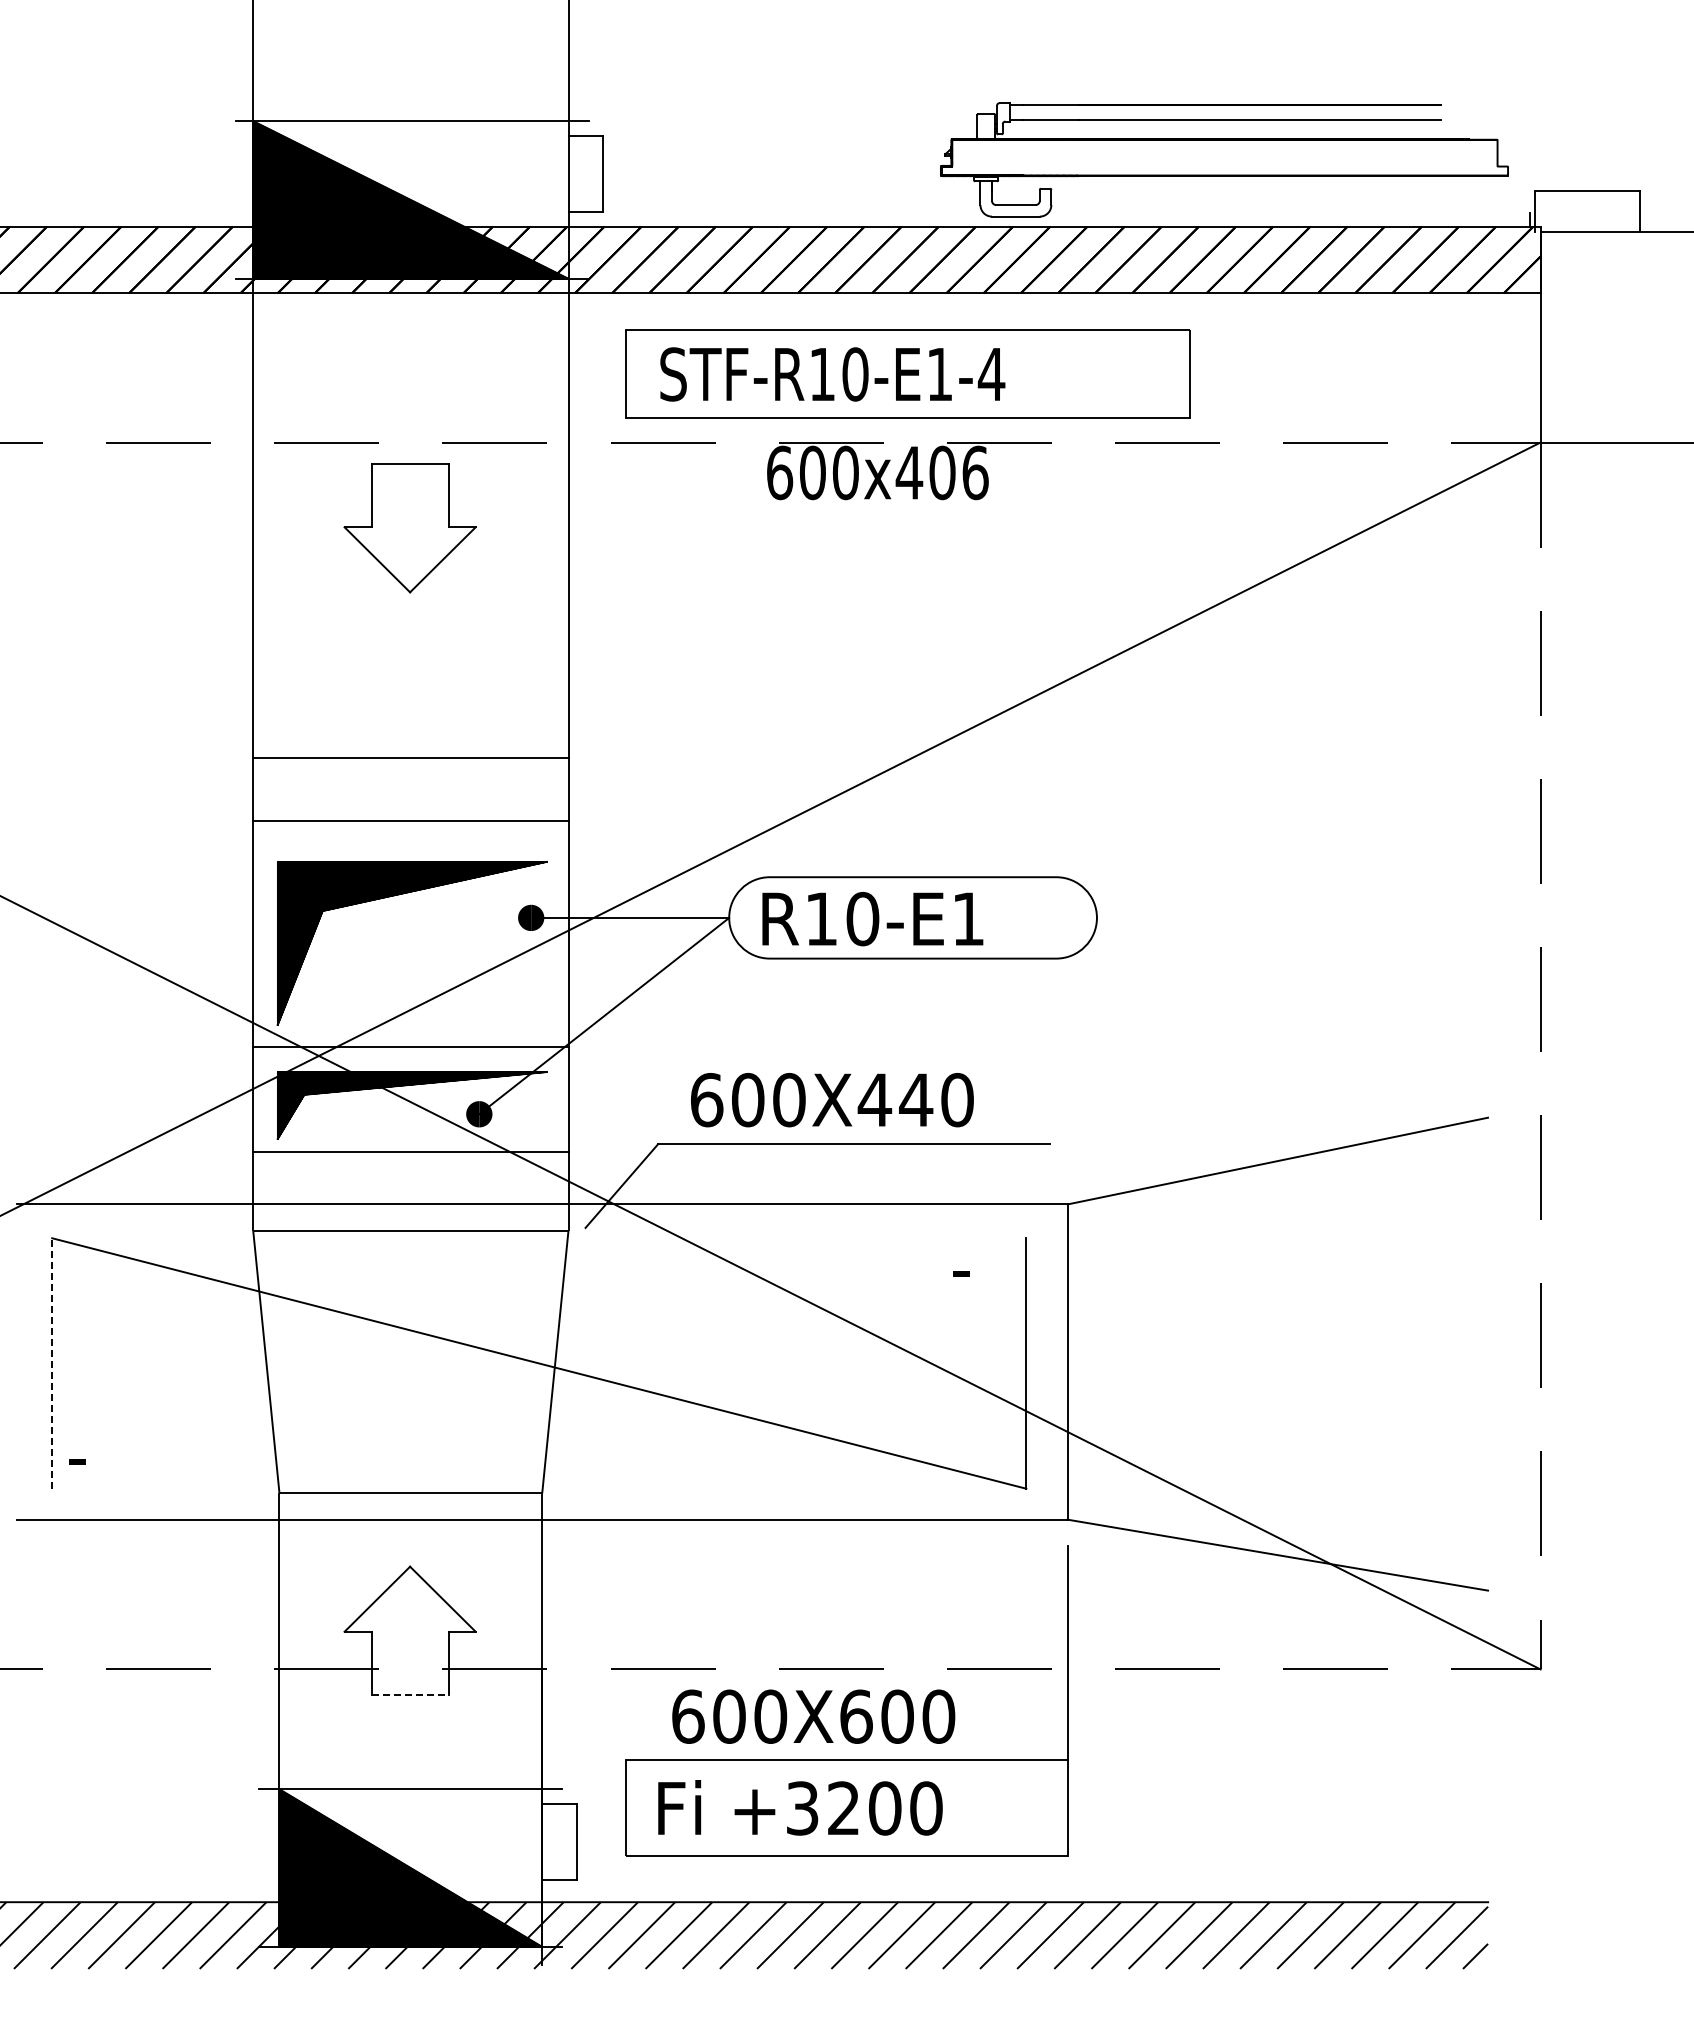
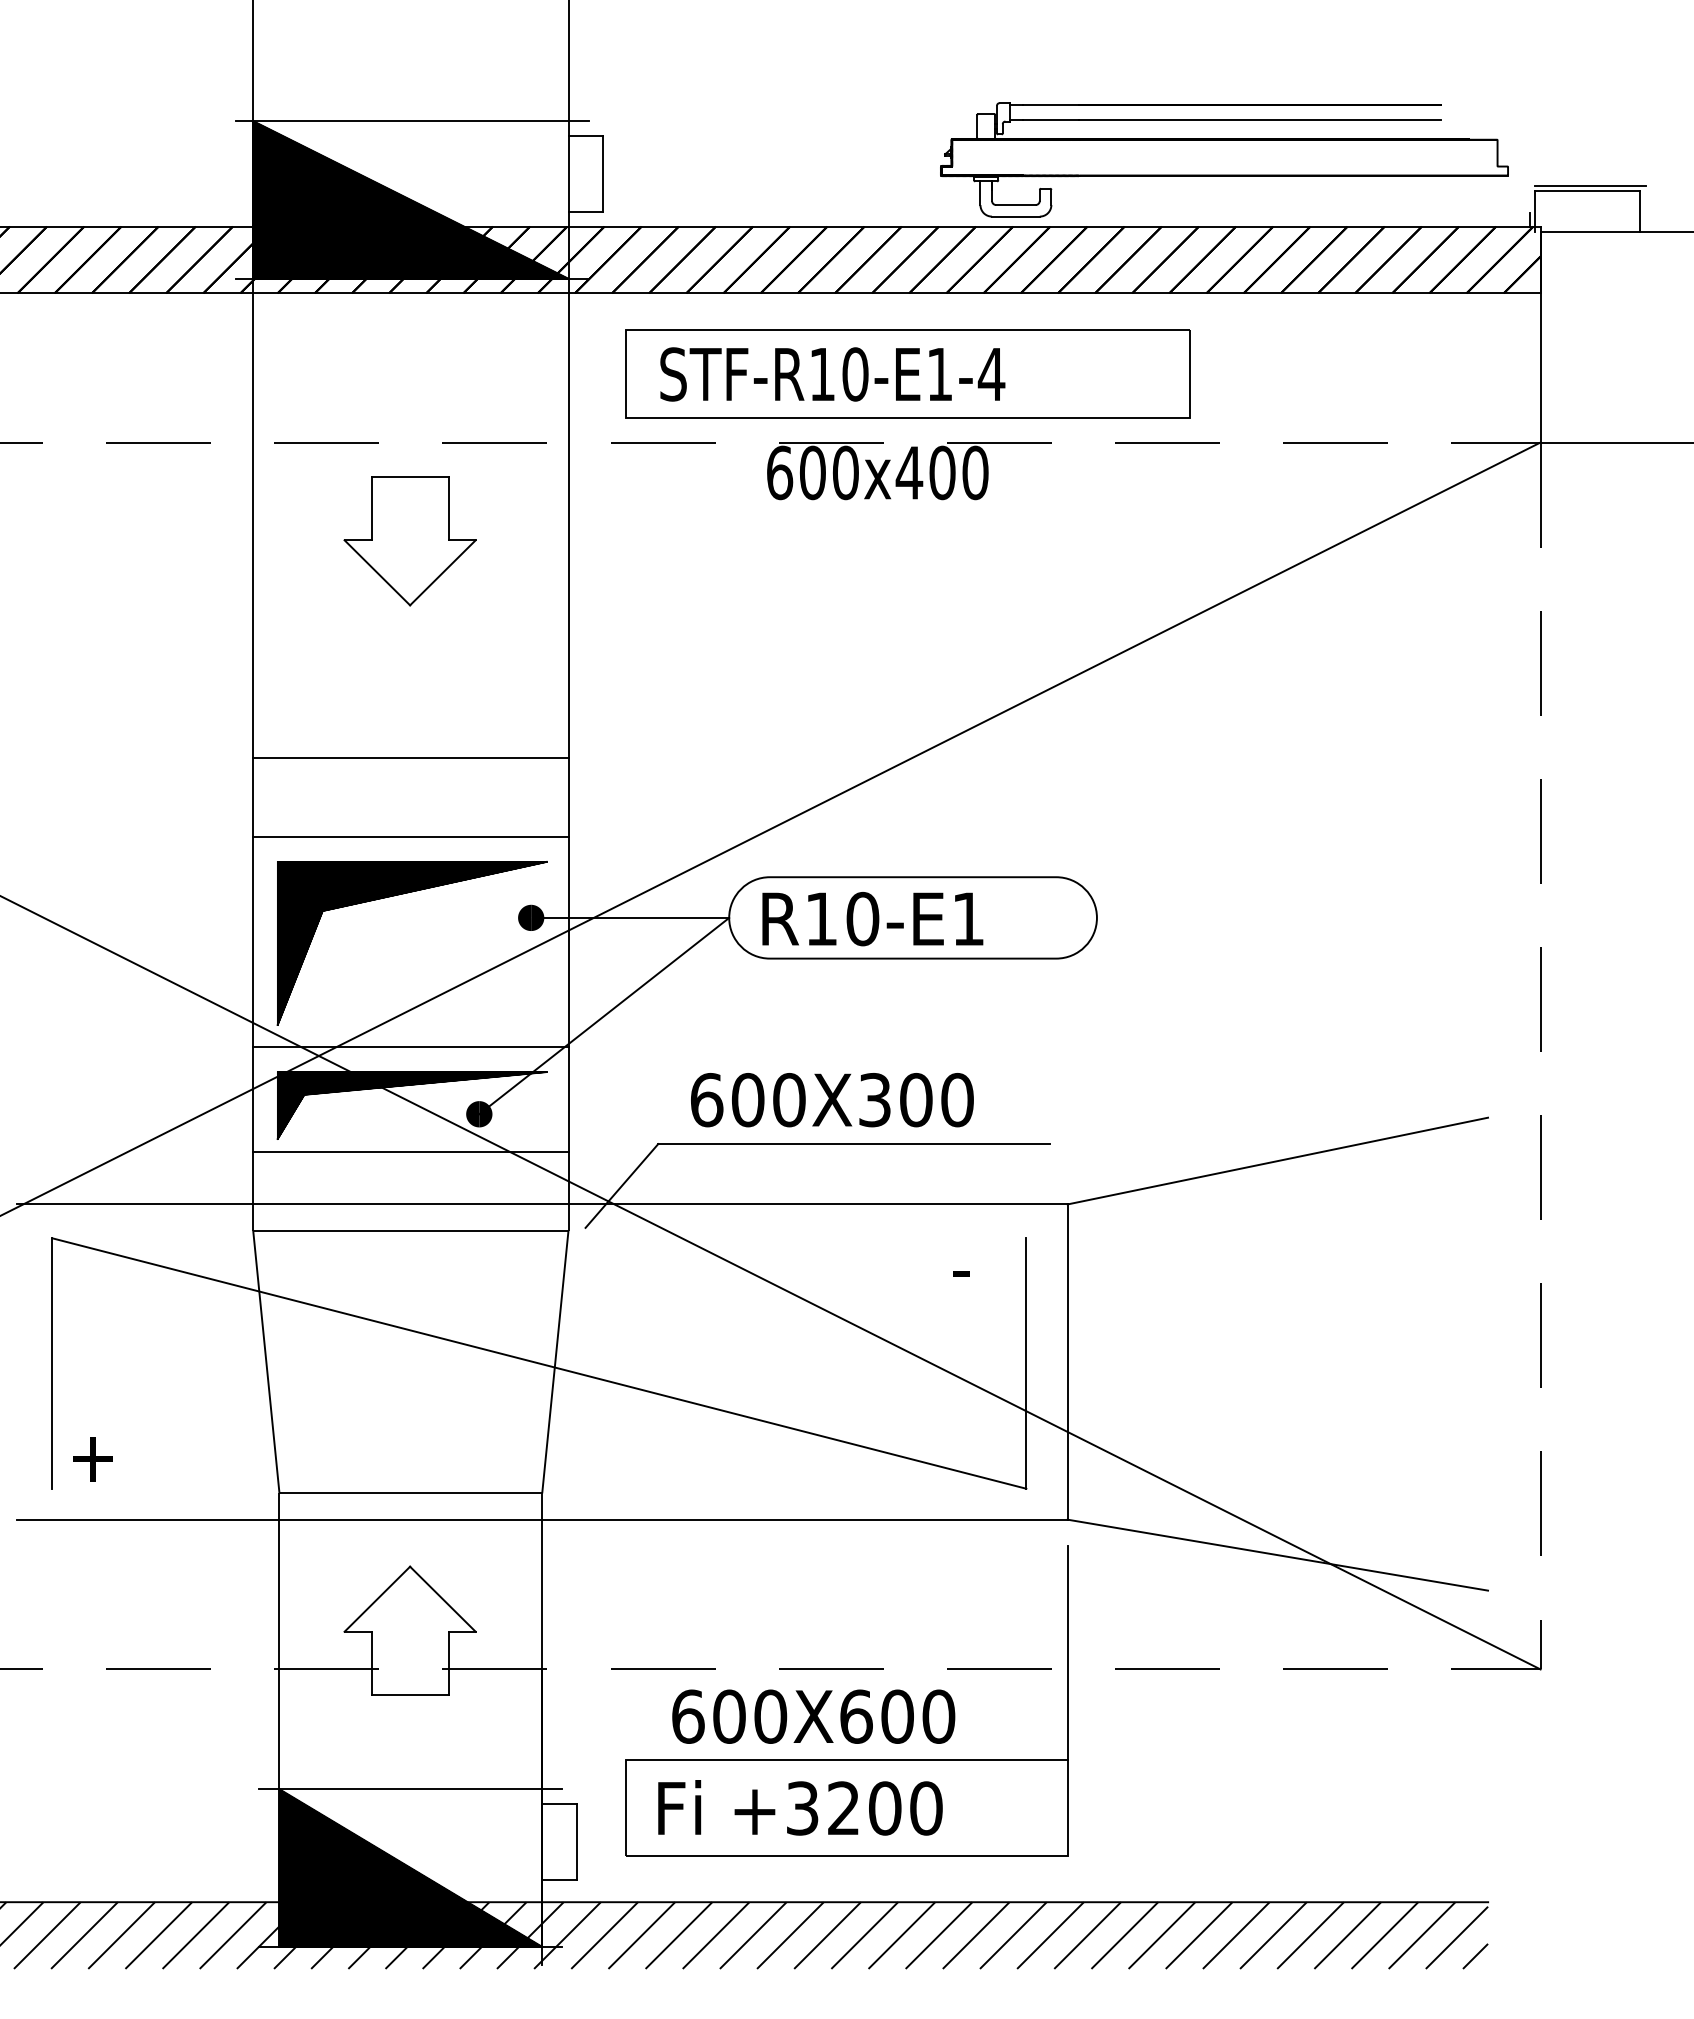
line at (1590, 185): none -> present
text at (975, 472): 600x406 -> 600x400
part at (409, 528) position: (409, 528) -> (409, 541)
line at (410, 820) position: (410, 820) -> (410, 836)
text at (895, 1100): 600X440 -> 600X300
line at (52, 1363): dashed -> solid
text at (90, 1459): - -> +
line at (410, 1695): dashed -> solid
